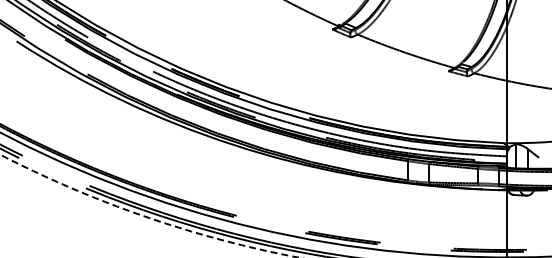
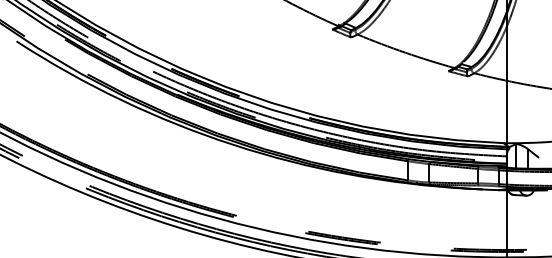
arc at (149, 218): dashed -> solid
